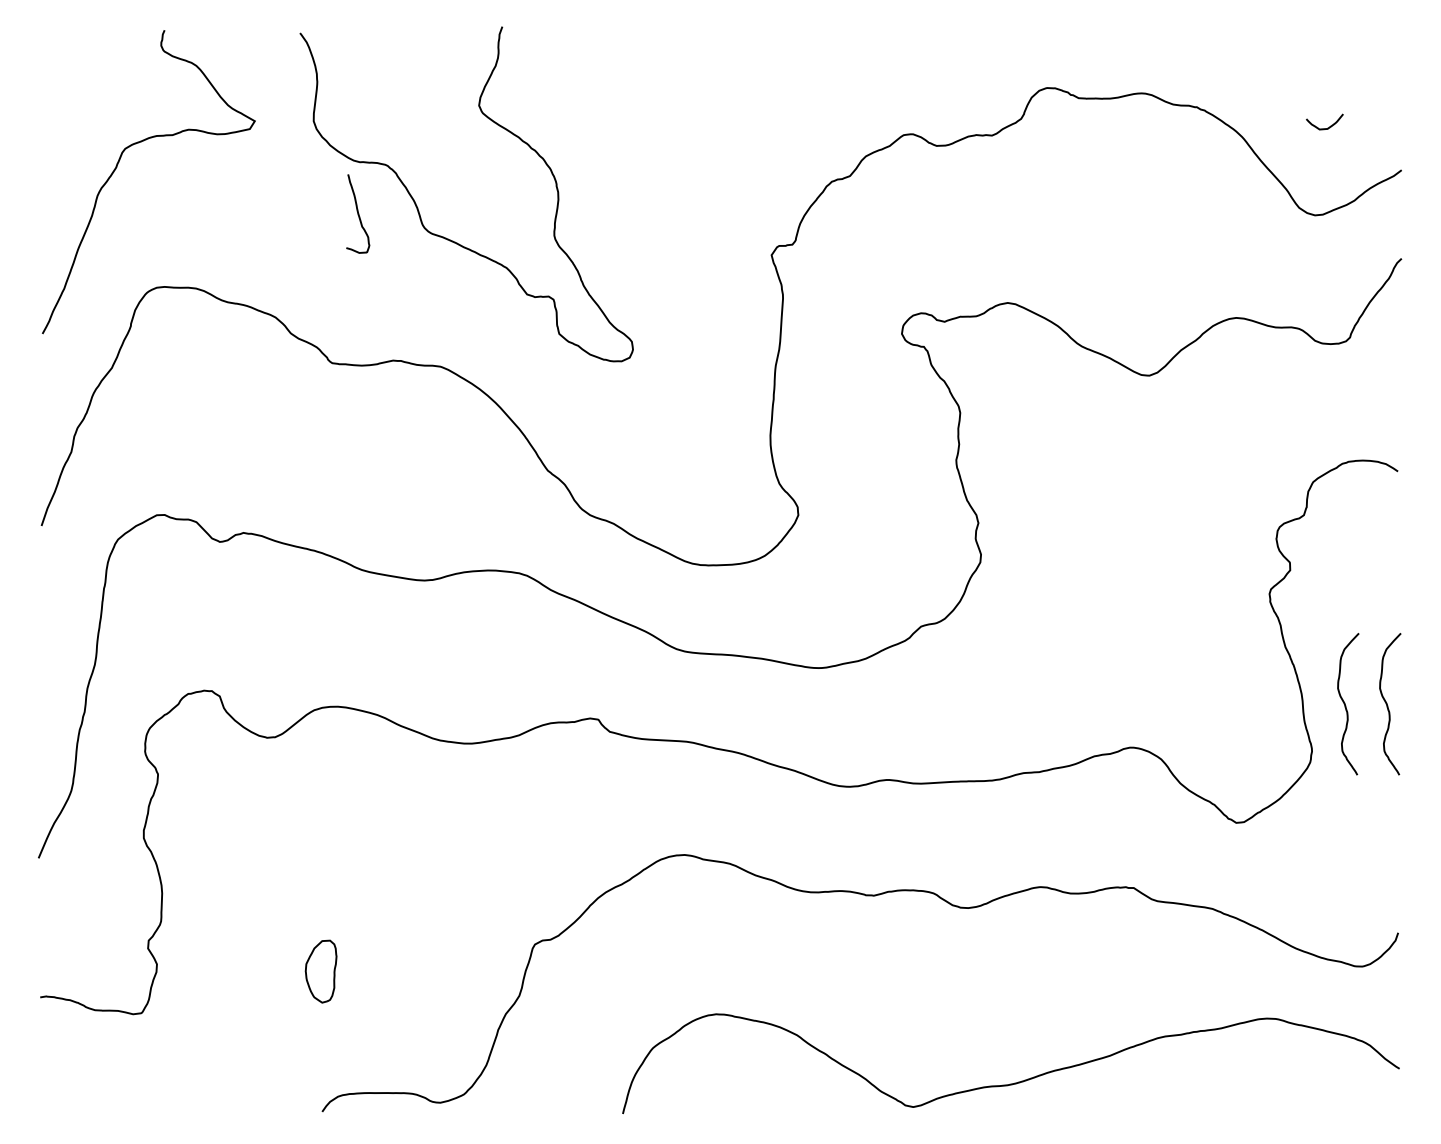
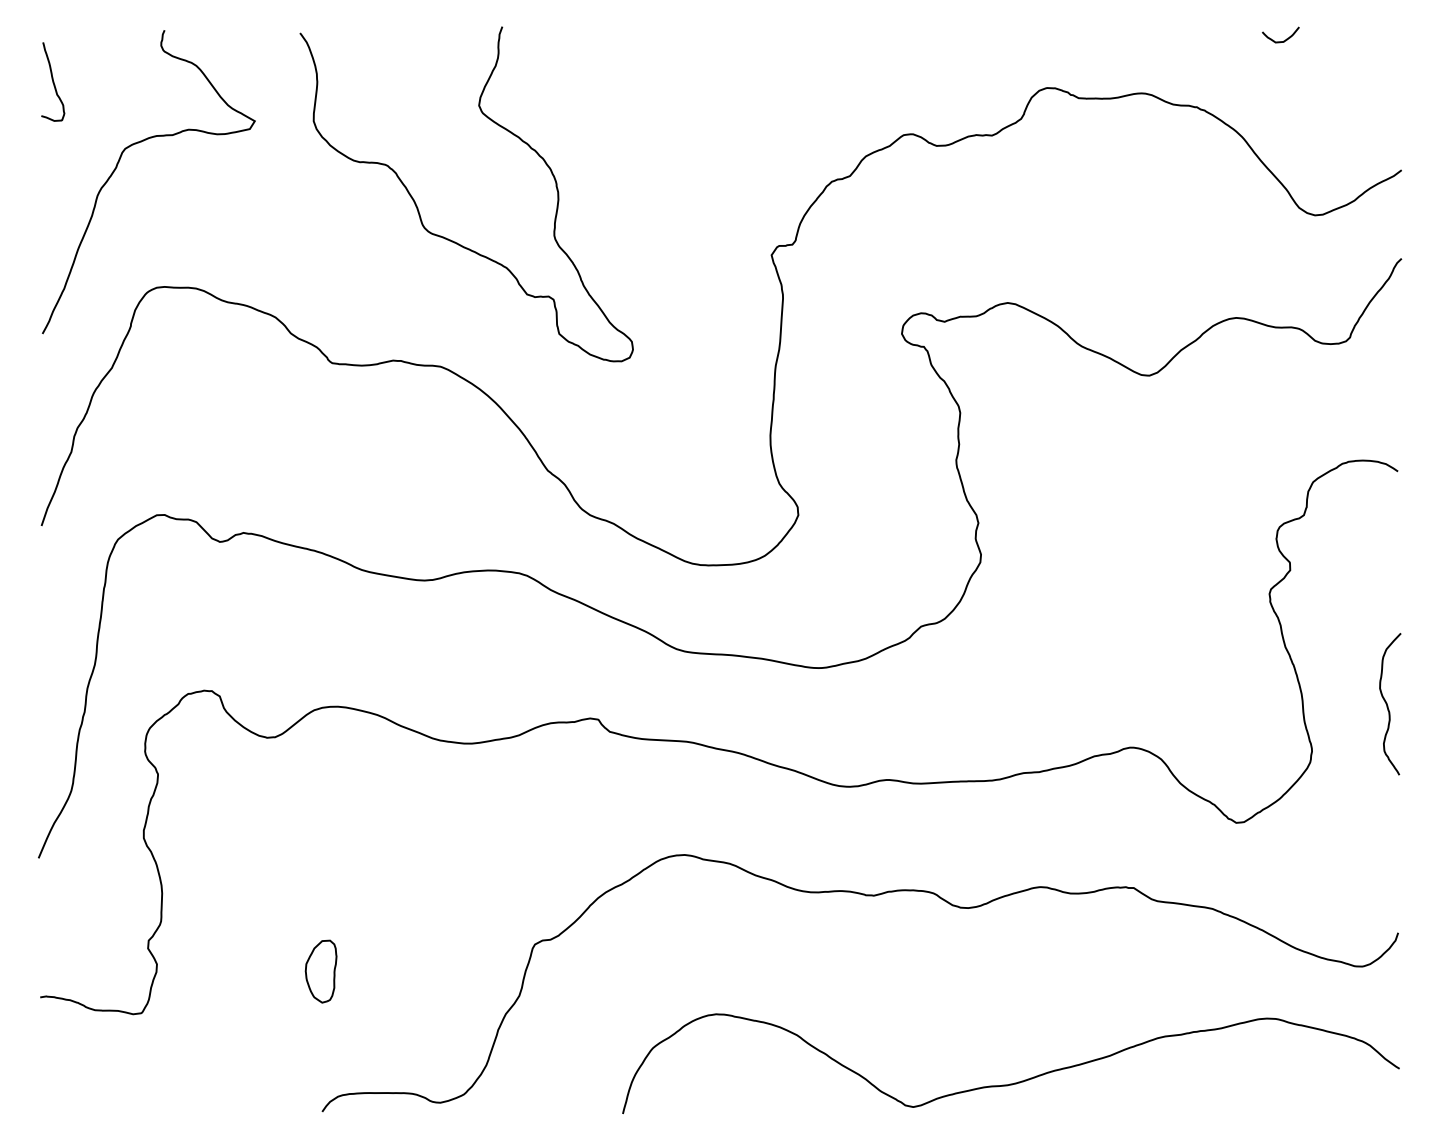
curve at (1327, 127) position: (1327, 127) -> (1283, 40)
curve at (358, 213) position: (358, 213) -> (53, 81)
curve at (1346, 705): present -> none
